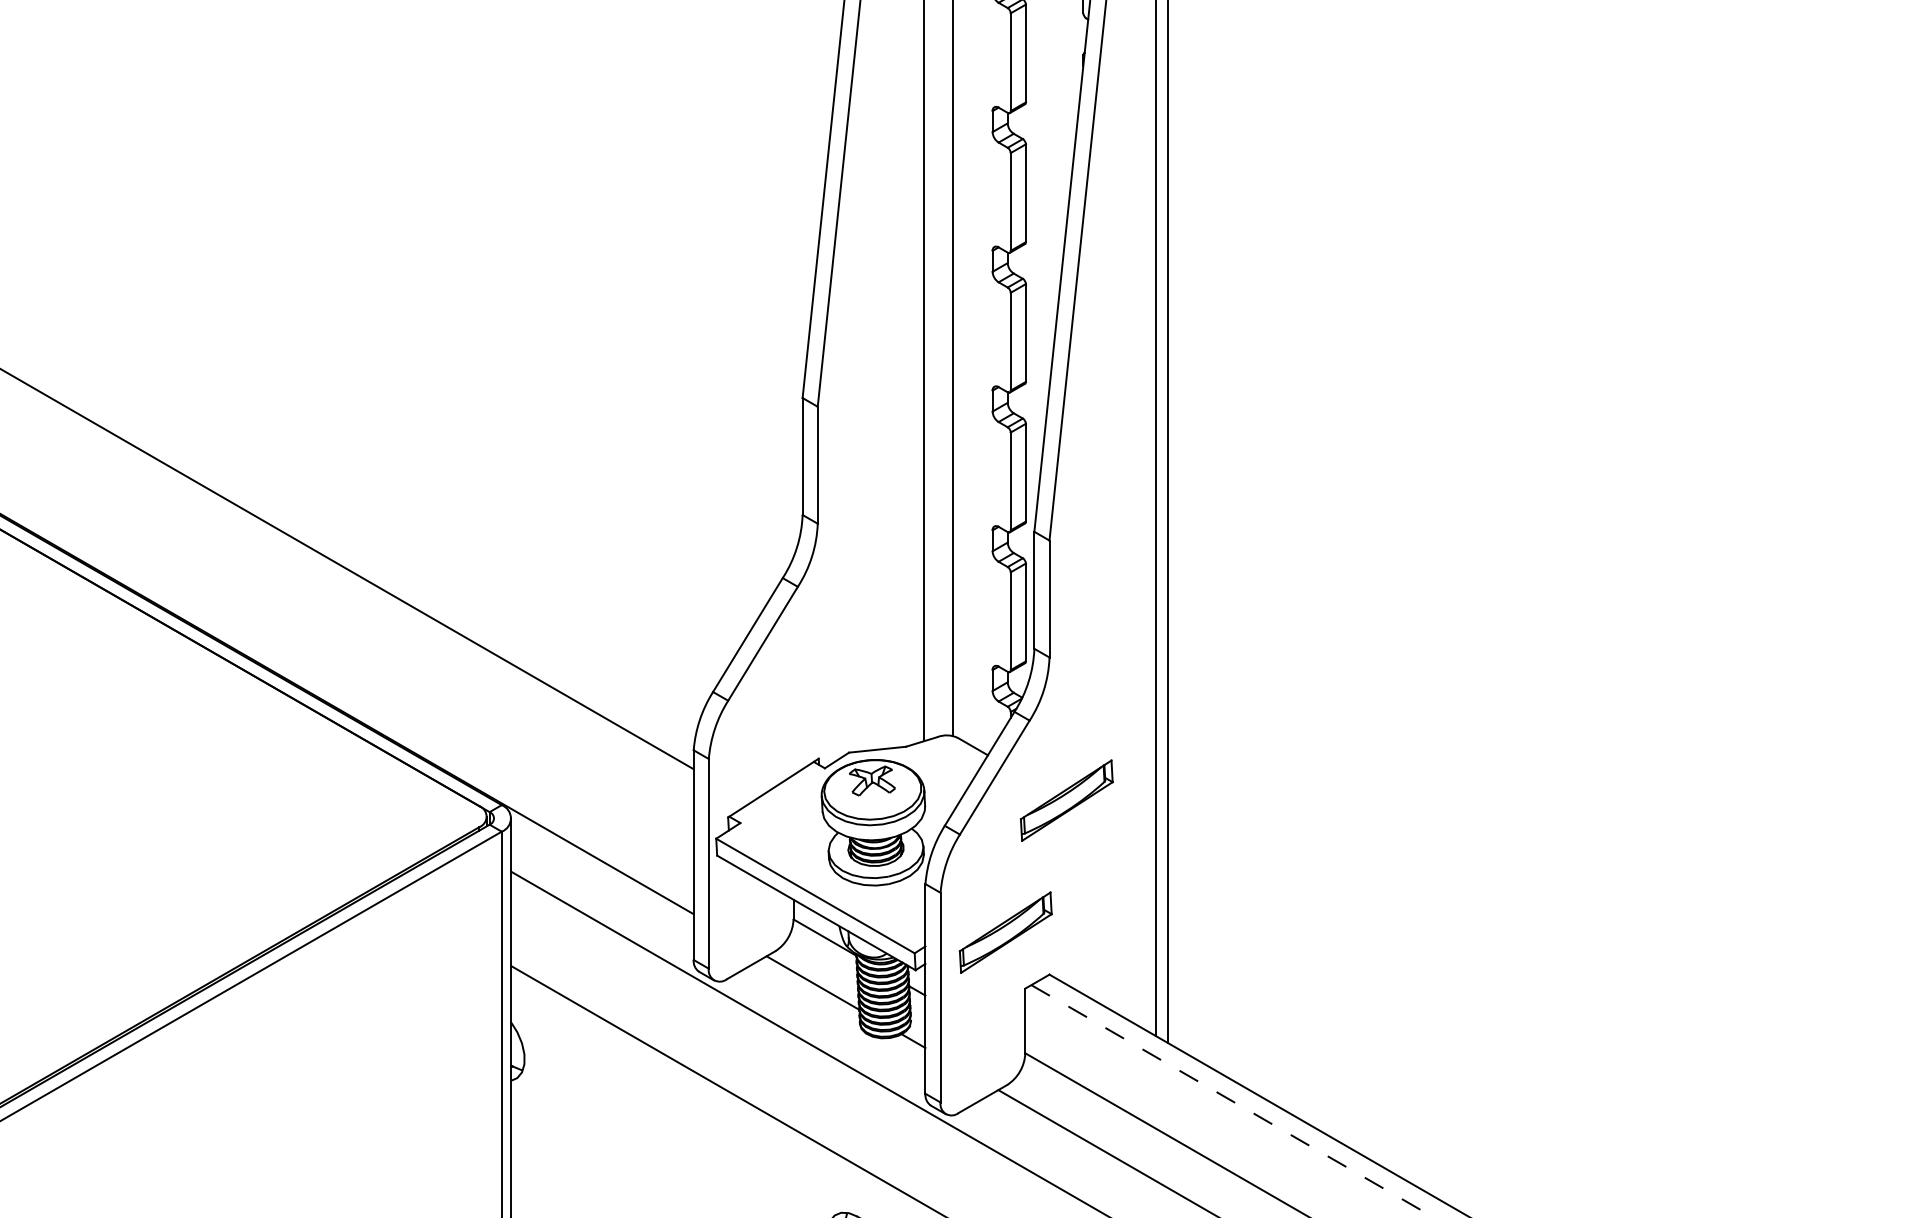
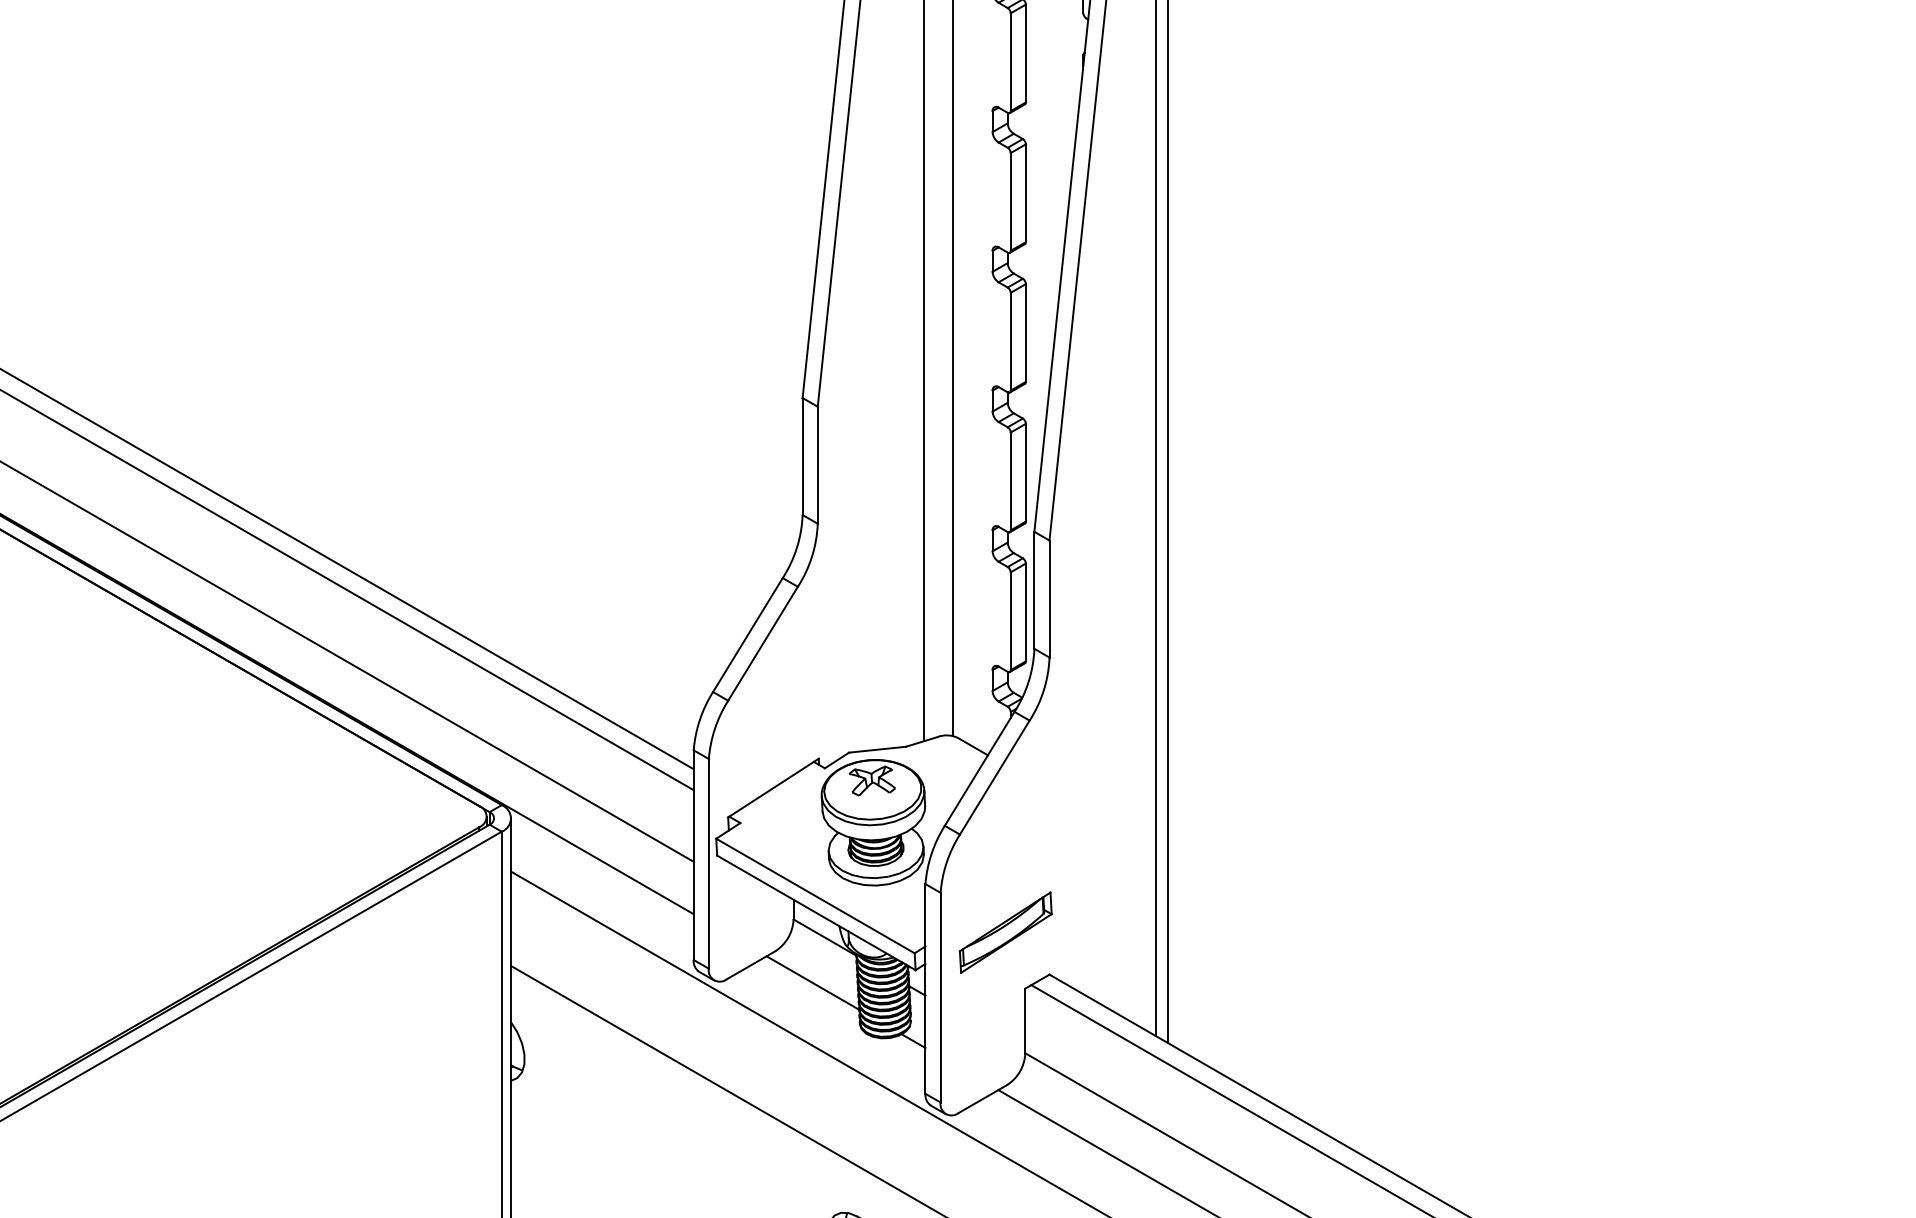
line at (347, 590): none -> present
line at (347, 661): none -> present
part at (1066, 800): present -> none
line at (1233, 1101): dashed -> solid
